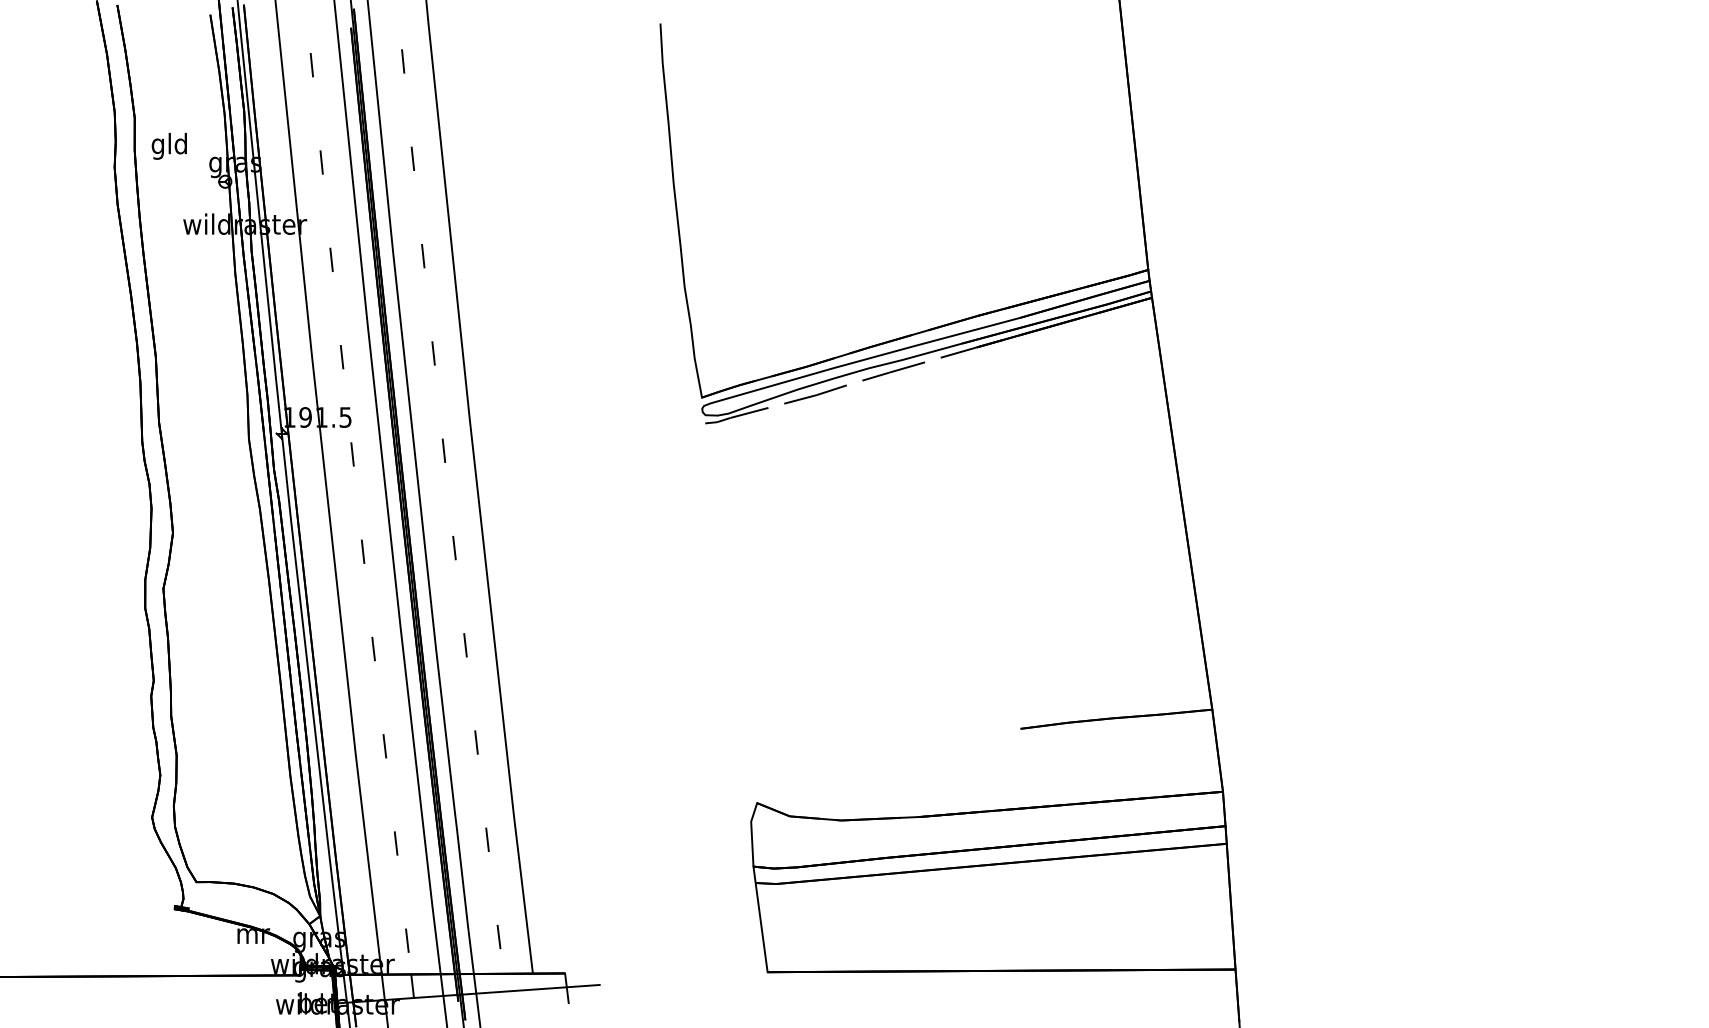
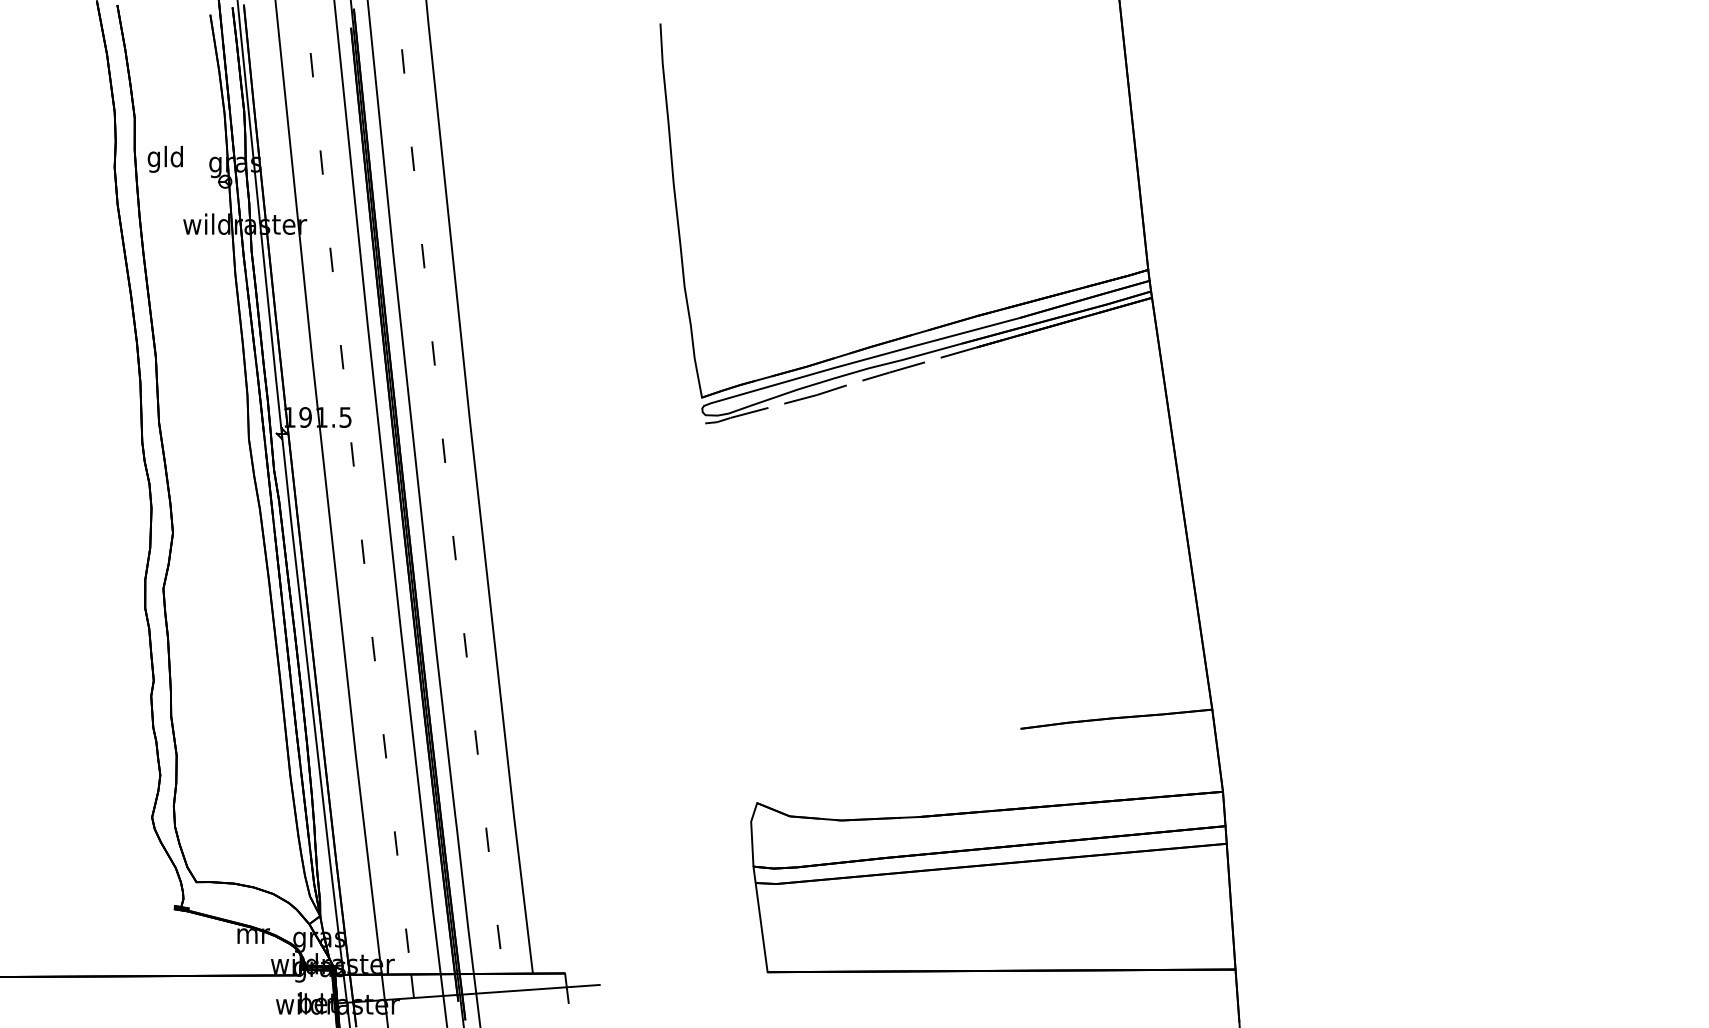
text at (168, 145) position: (168, 145) -> (164, 158)
